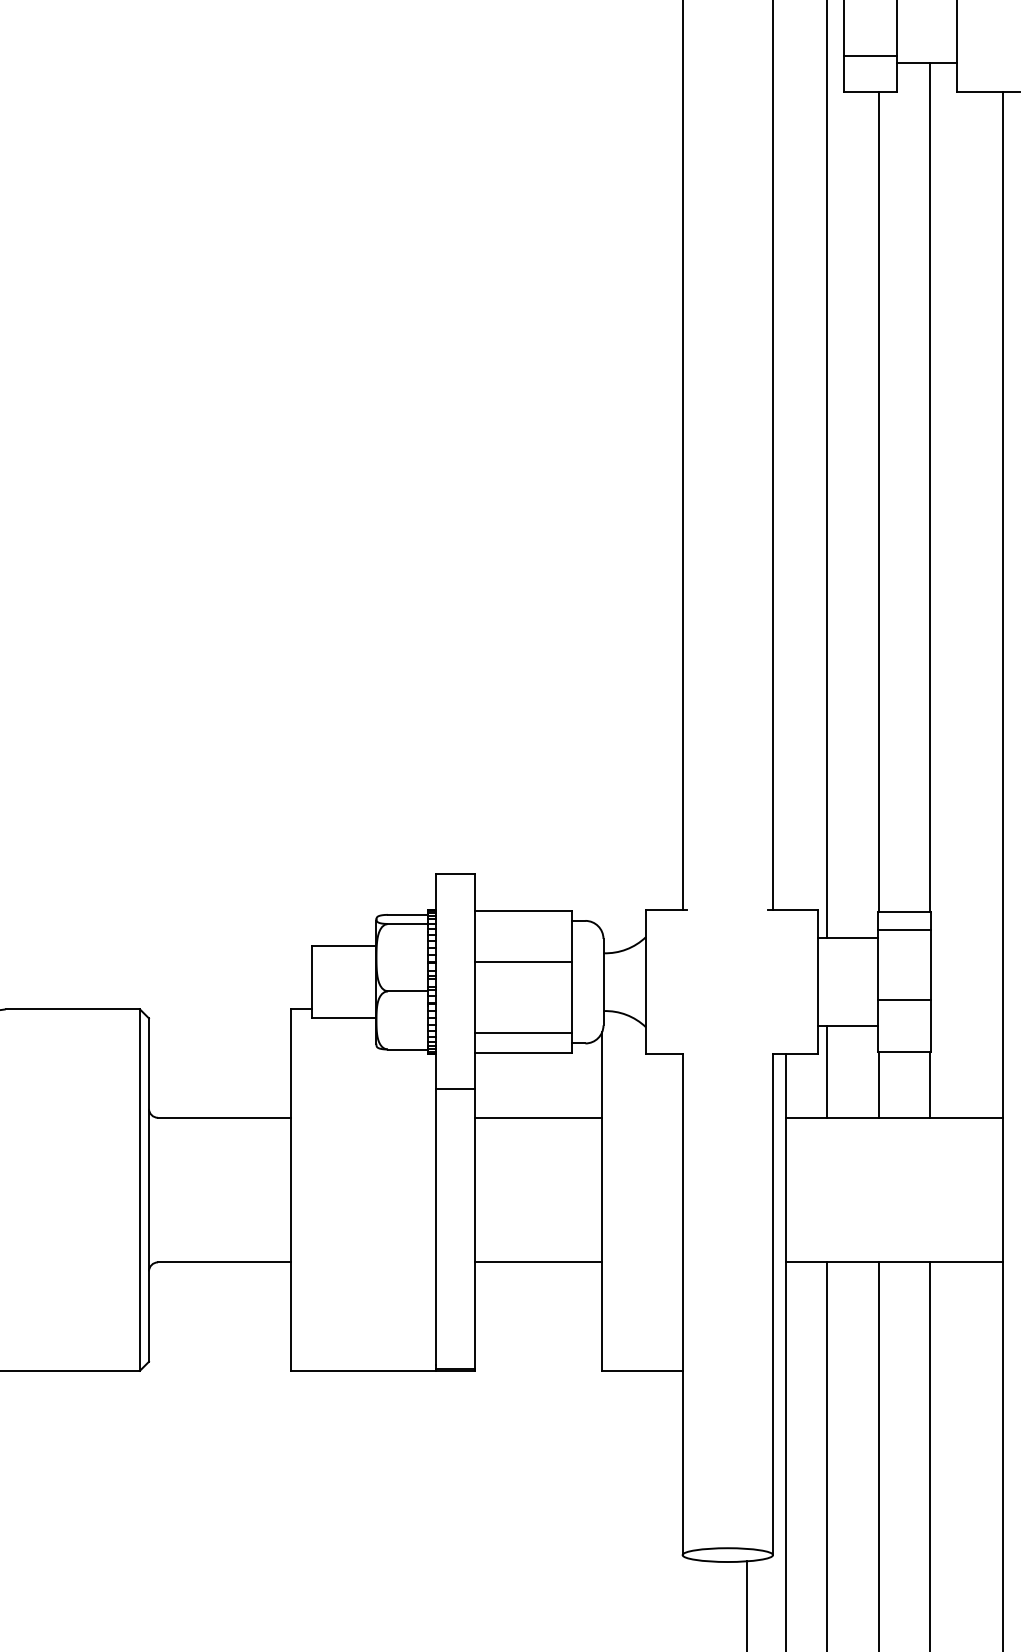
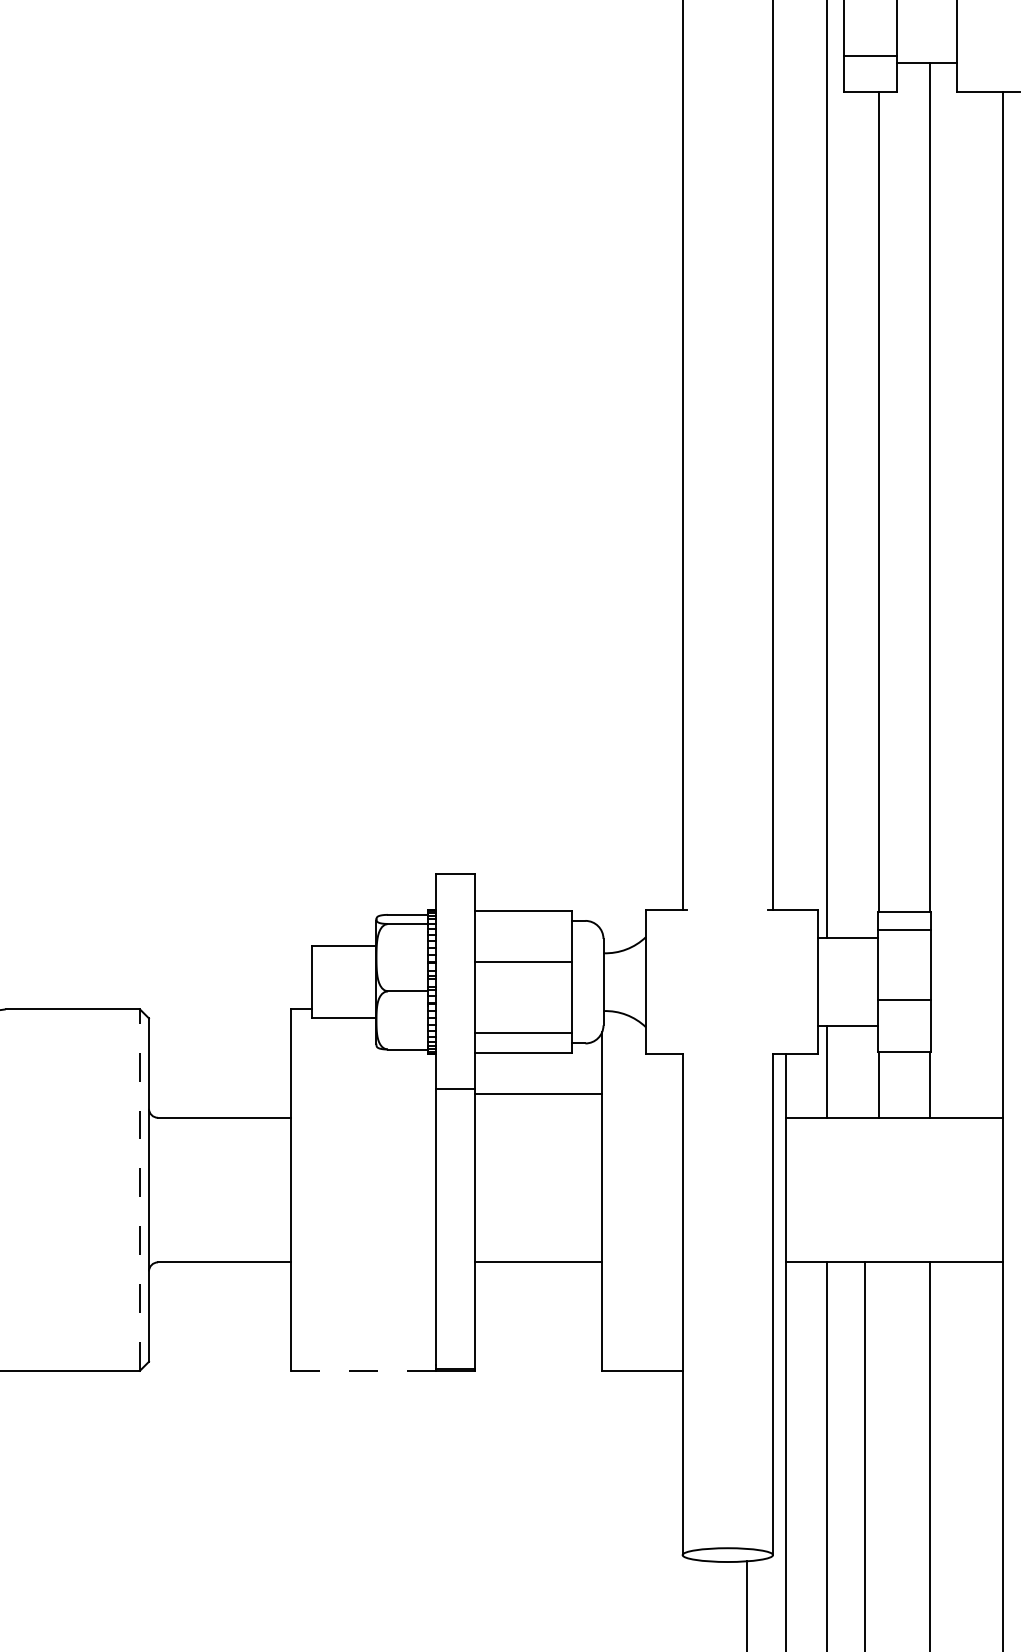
line at (538, 1117) position: (538, 1117) -> (538, 1093)
line at (139, 1190): solid -> dashed
line at (362, 1370): solid -> dashed
line at (878, 1455) position: (878, 1455) -> (864, 1455)
